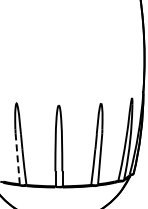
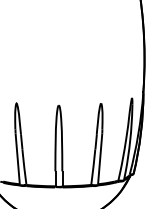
line at (17, 159): dashed -> solid
